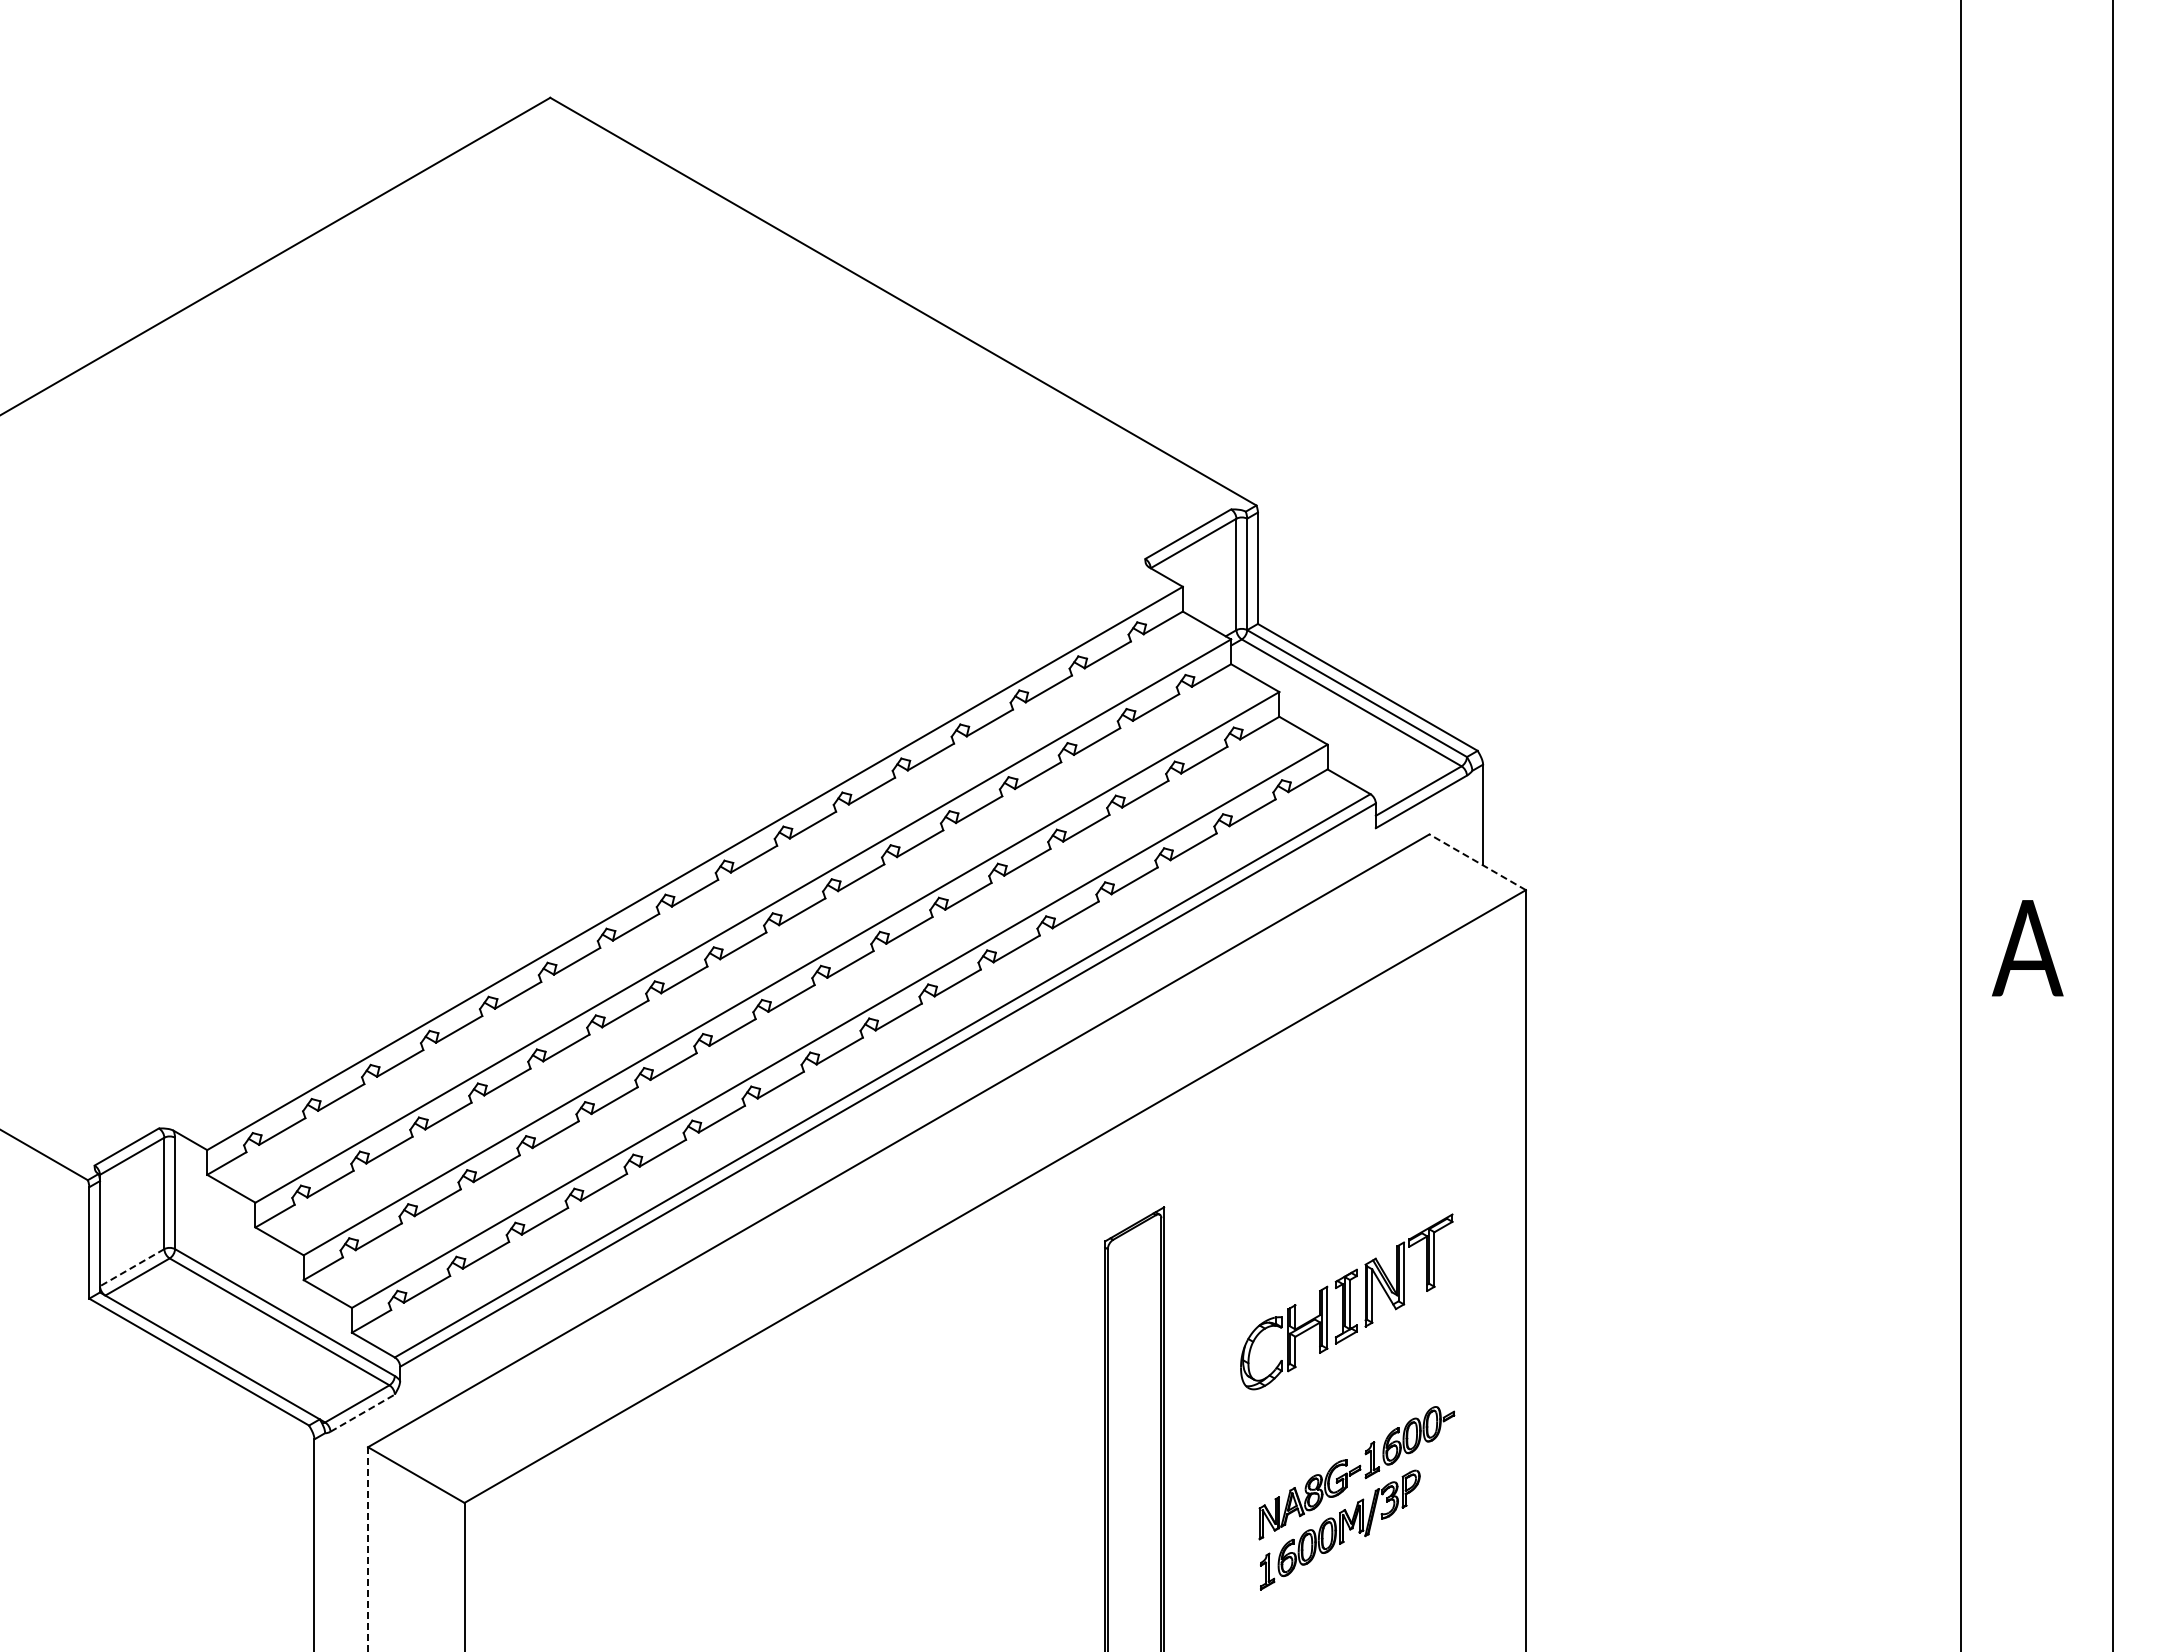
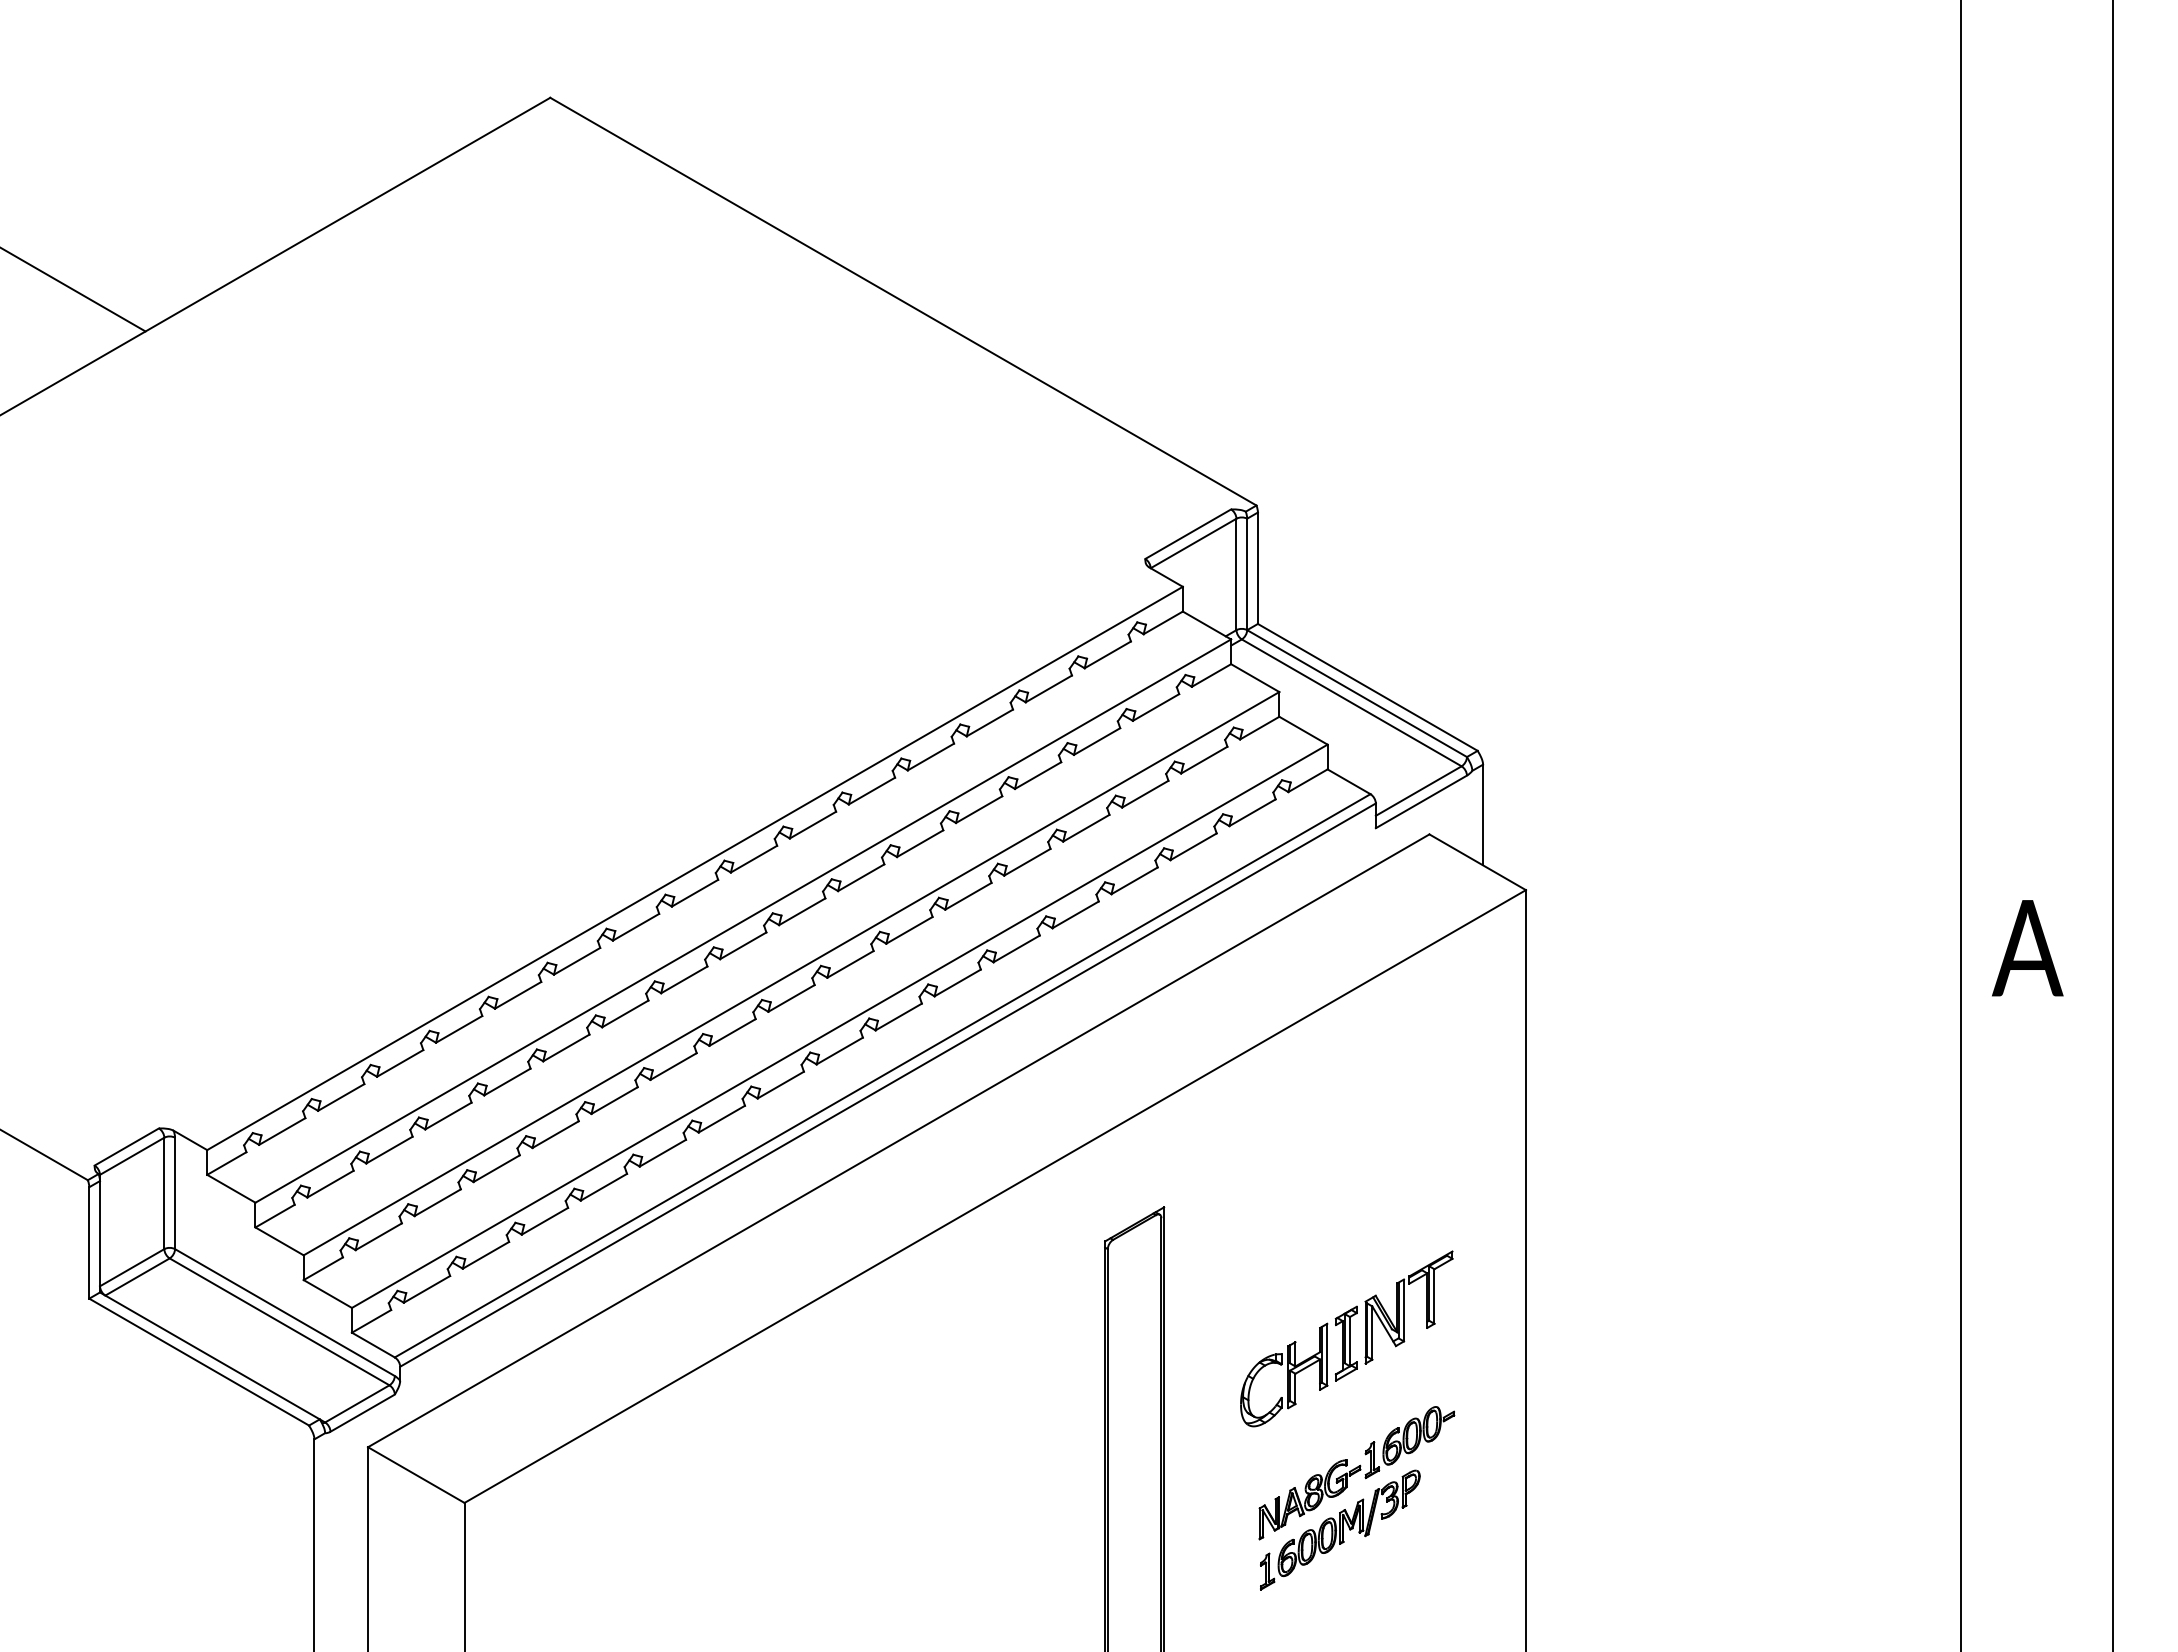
line at (73, 289): none -> present
line at (1477, 862): dashed -> solid
line at (131, 1267): dashed -> solid
part at (1346, 1301) position: (1346, 1301) -> (1346, 1338)
line at (363, 1412): dashed -> solid
line at (368, 1549): dashed -> solid
